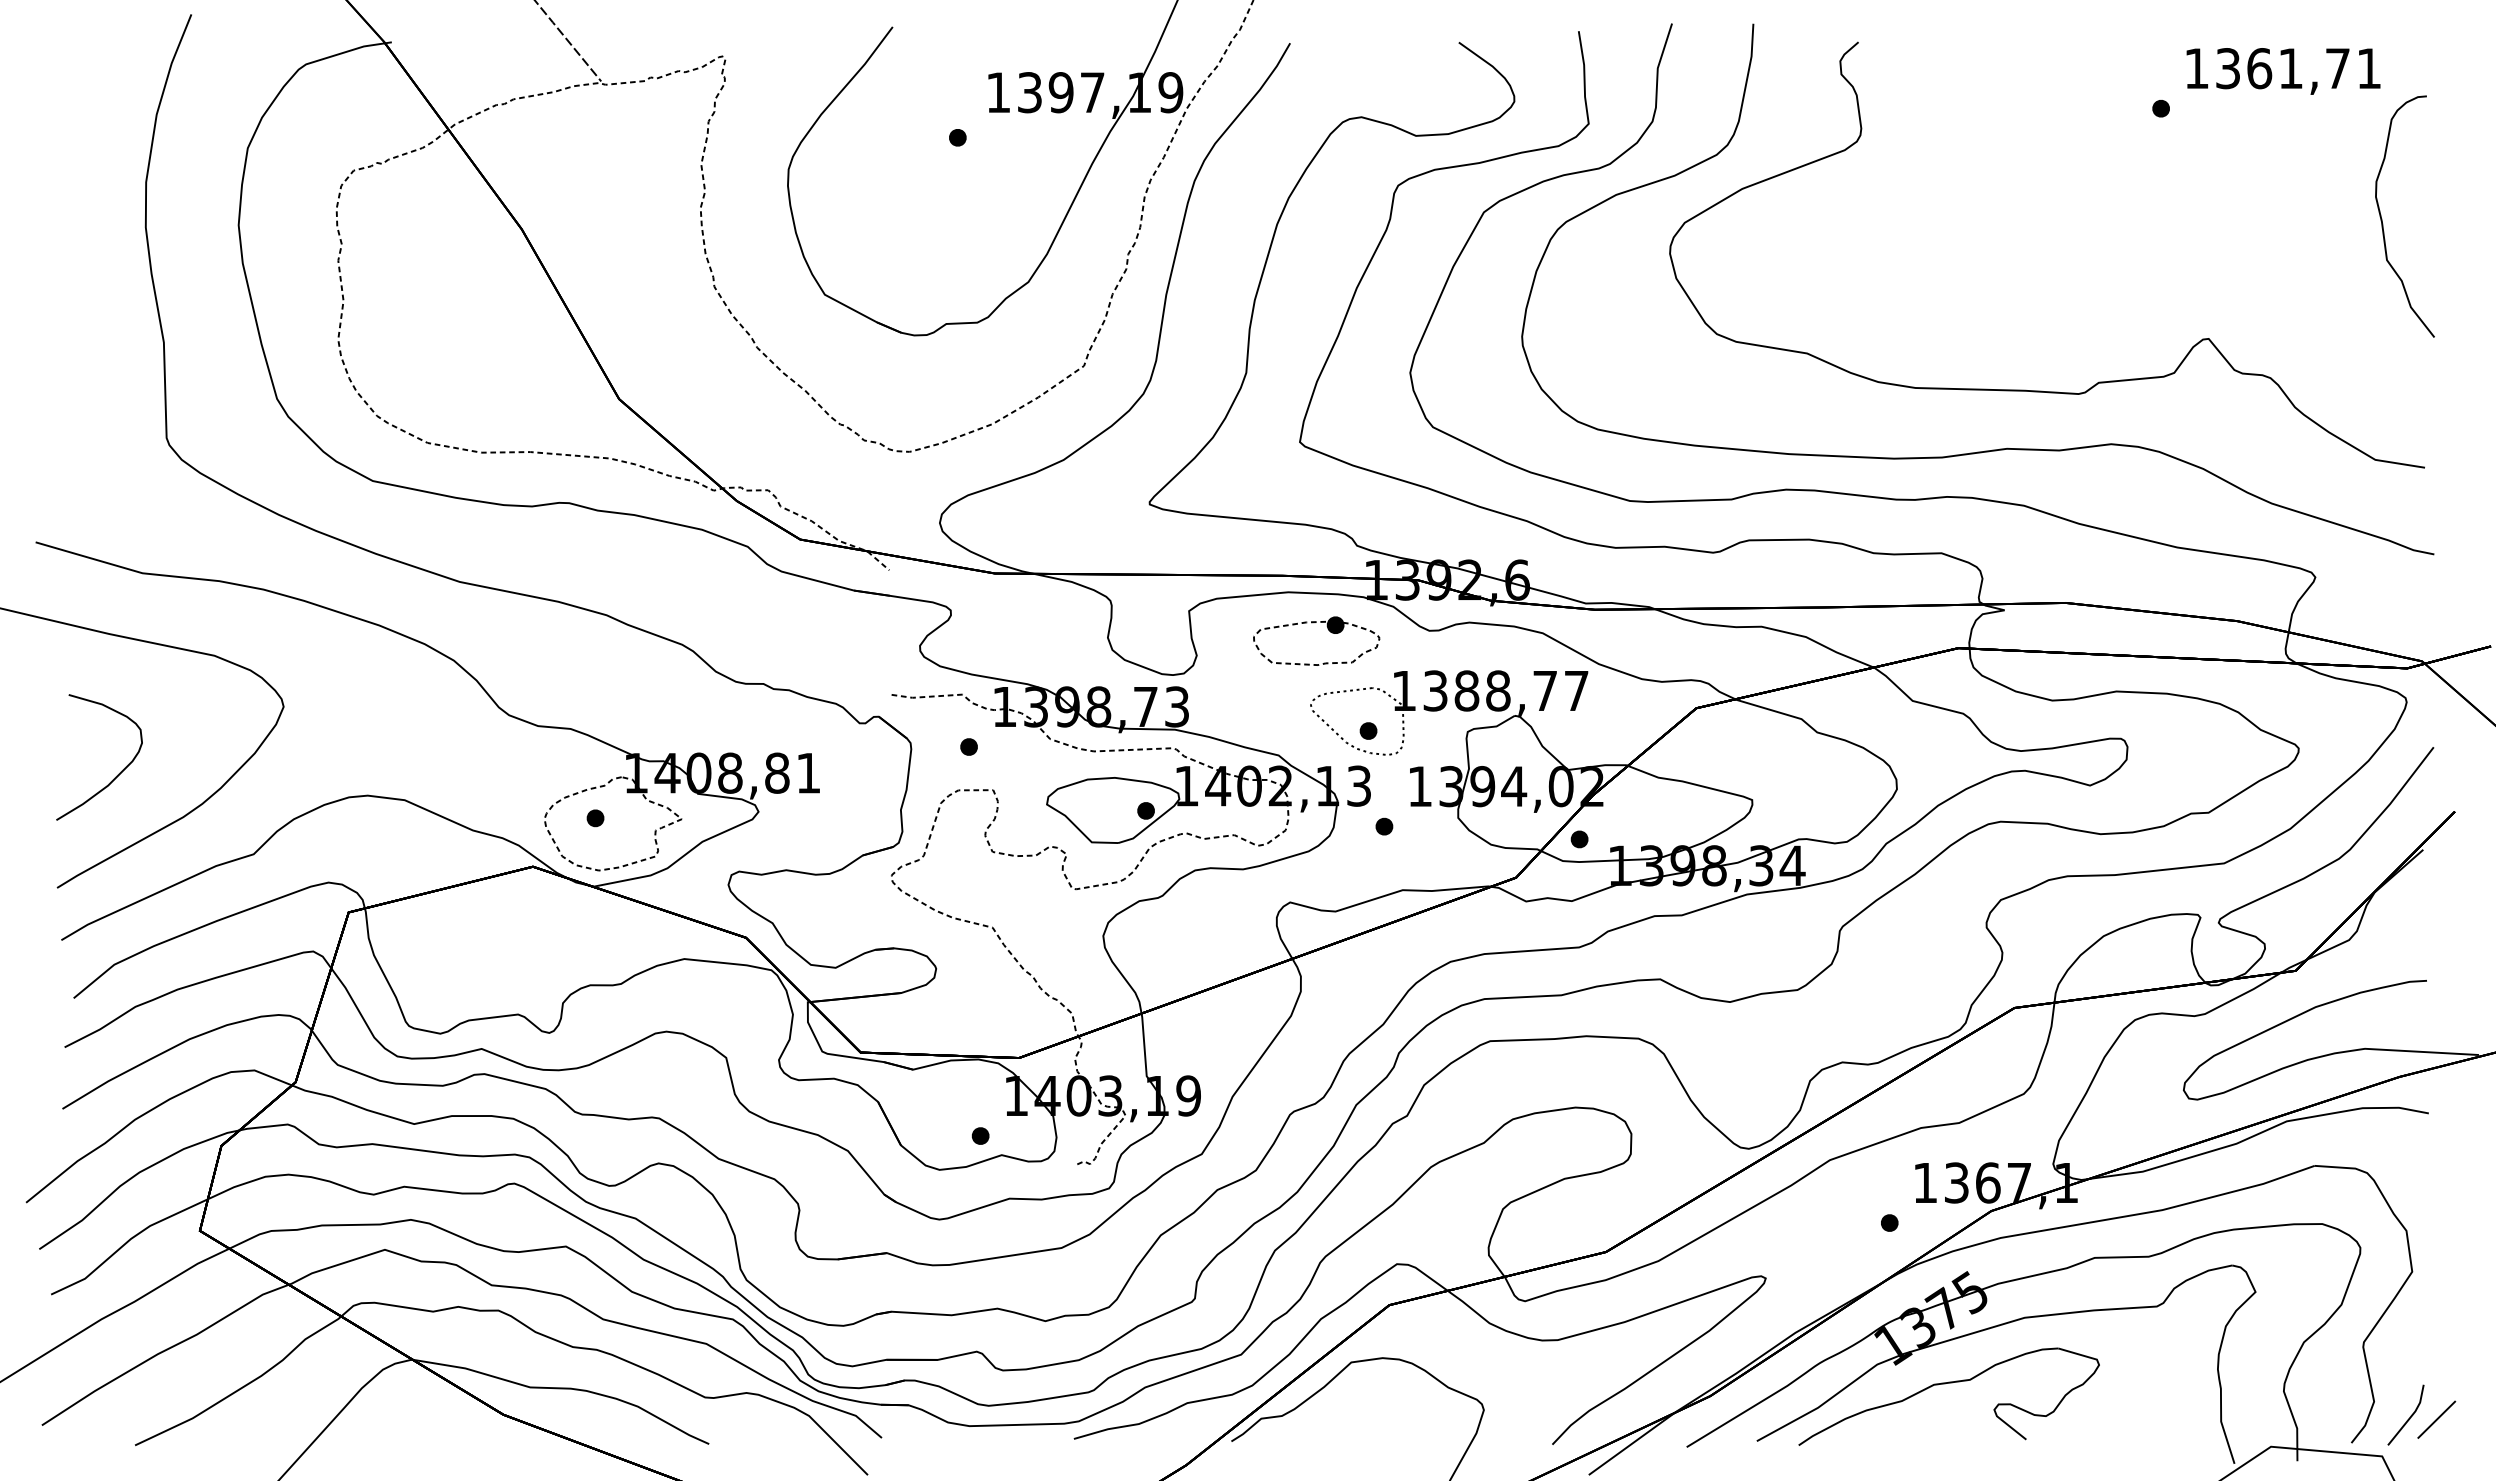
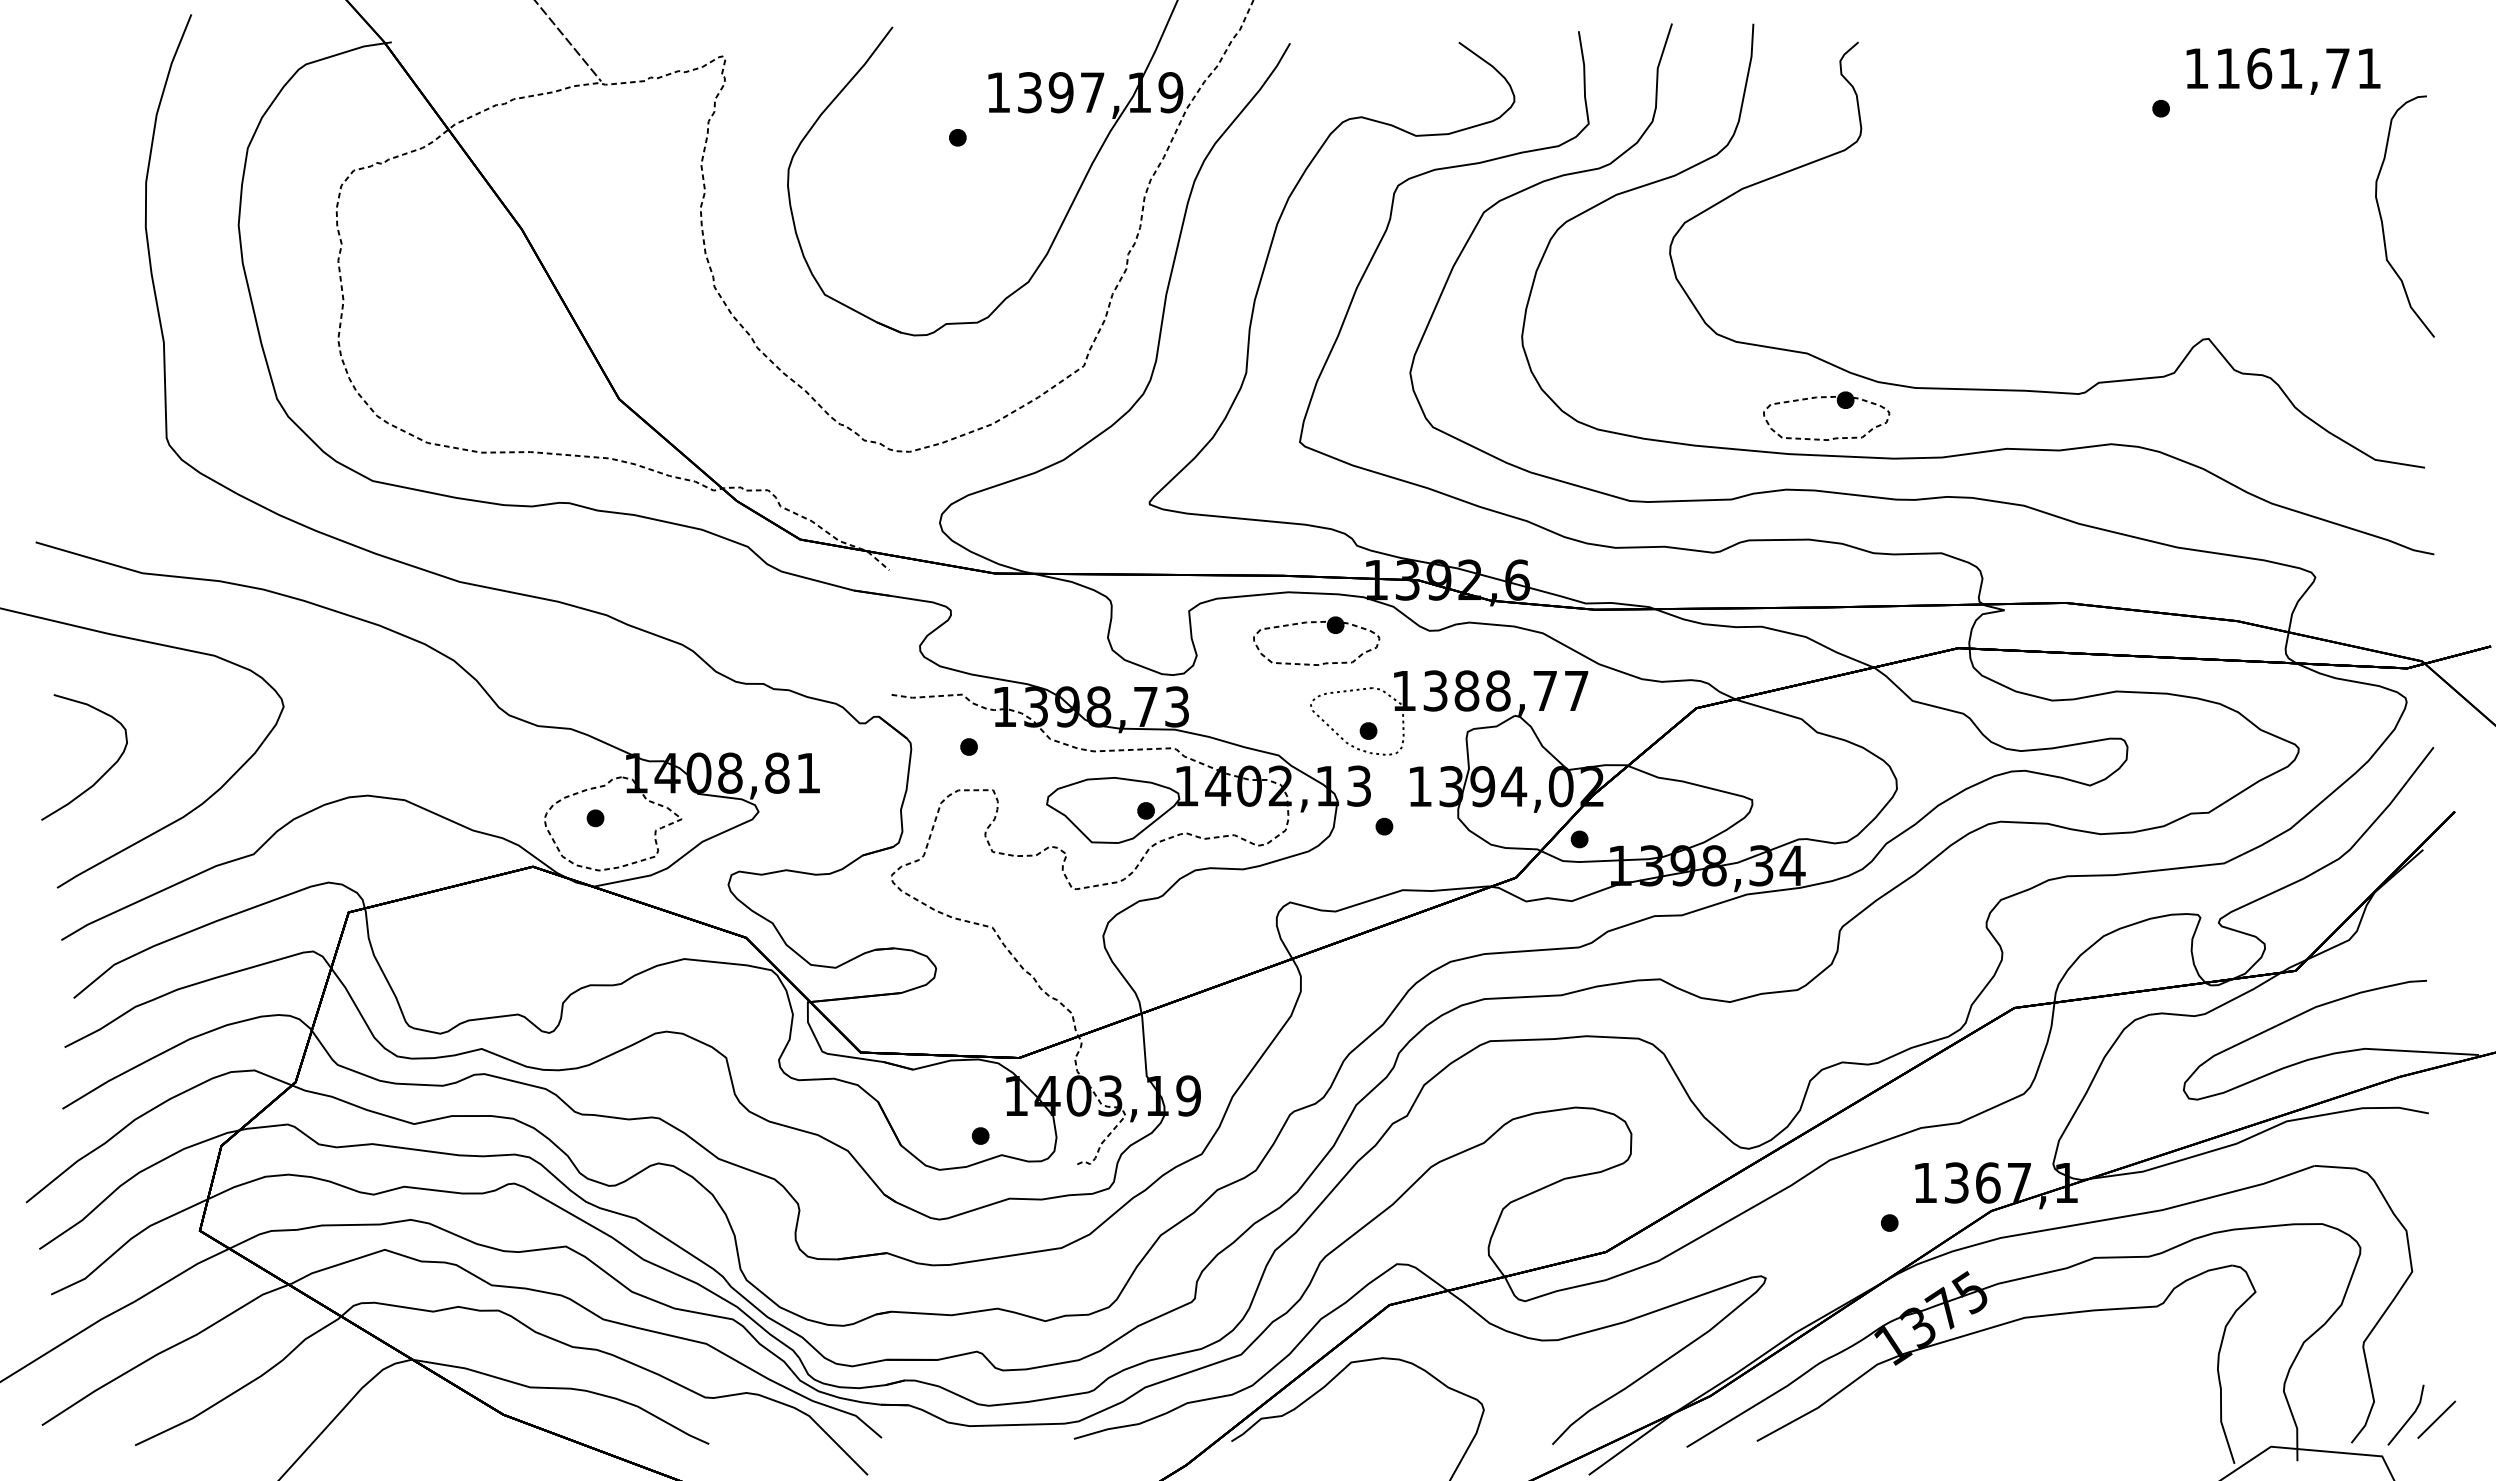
text at (2227, 68): 1361,71 -> 1161,71
part at (1837, 404): none -> present
curve at (117, 774) position: (117, 774) -> (102, 774)
part at (1945, 1384): present -> none
